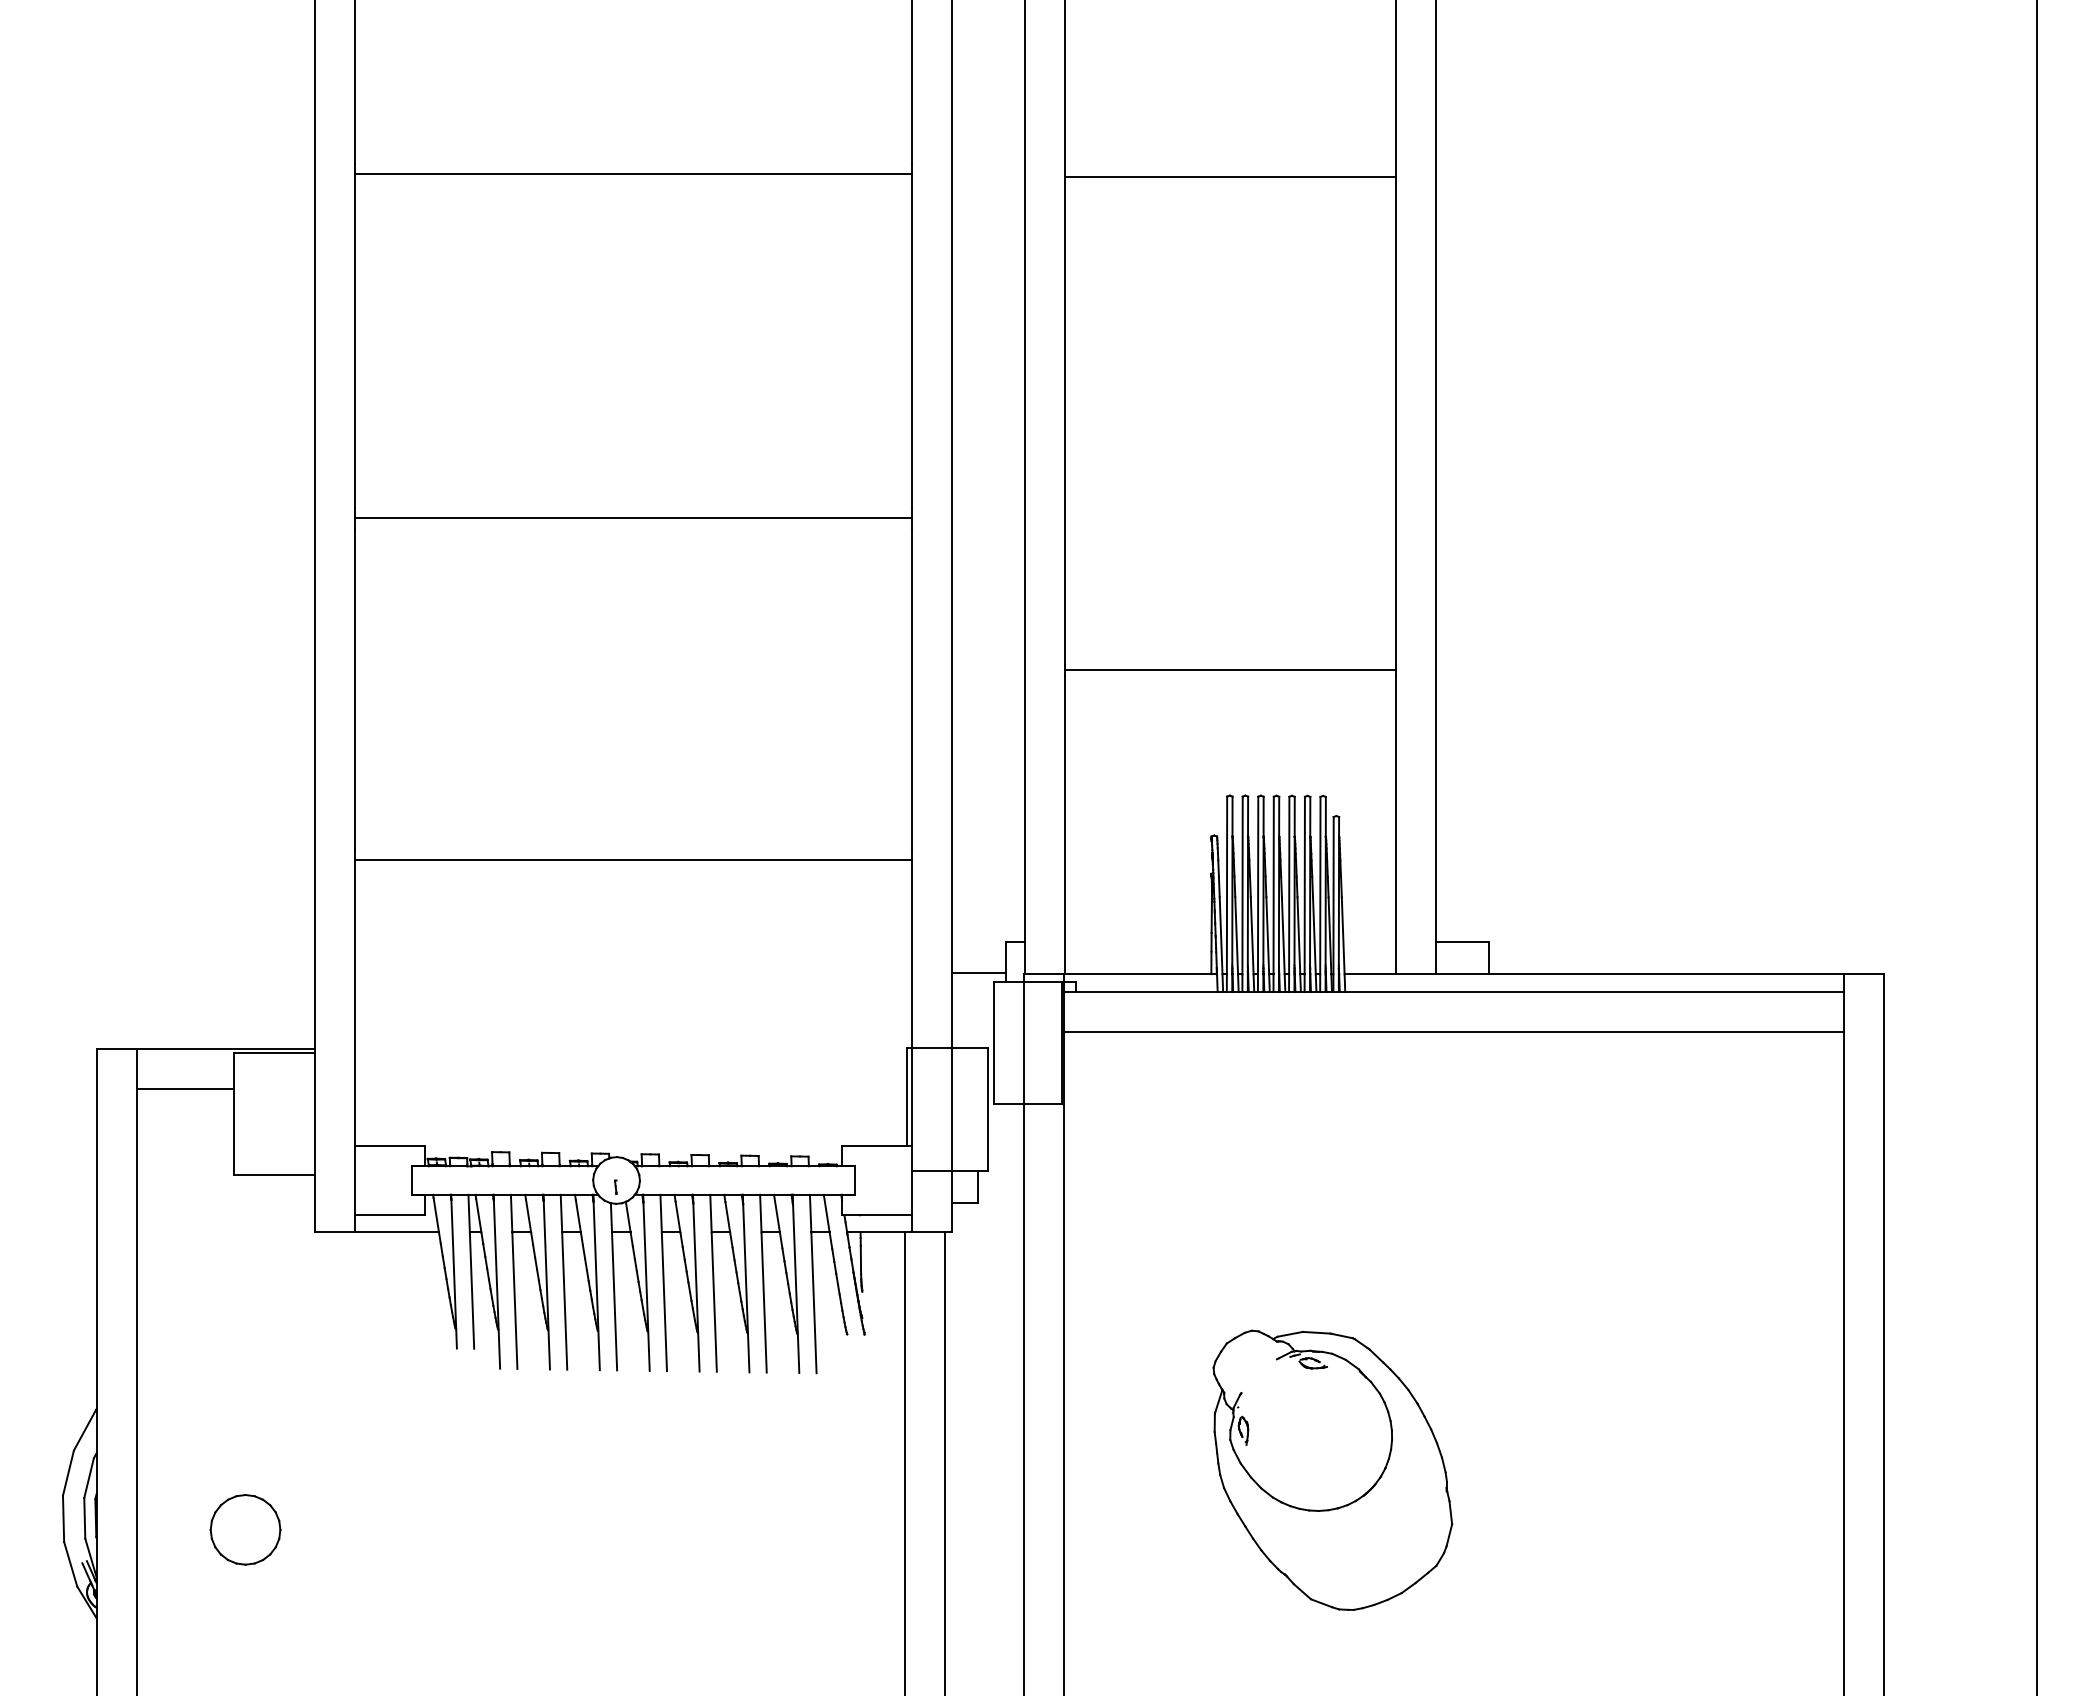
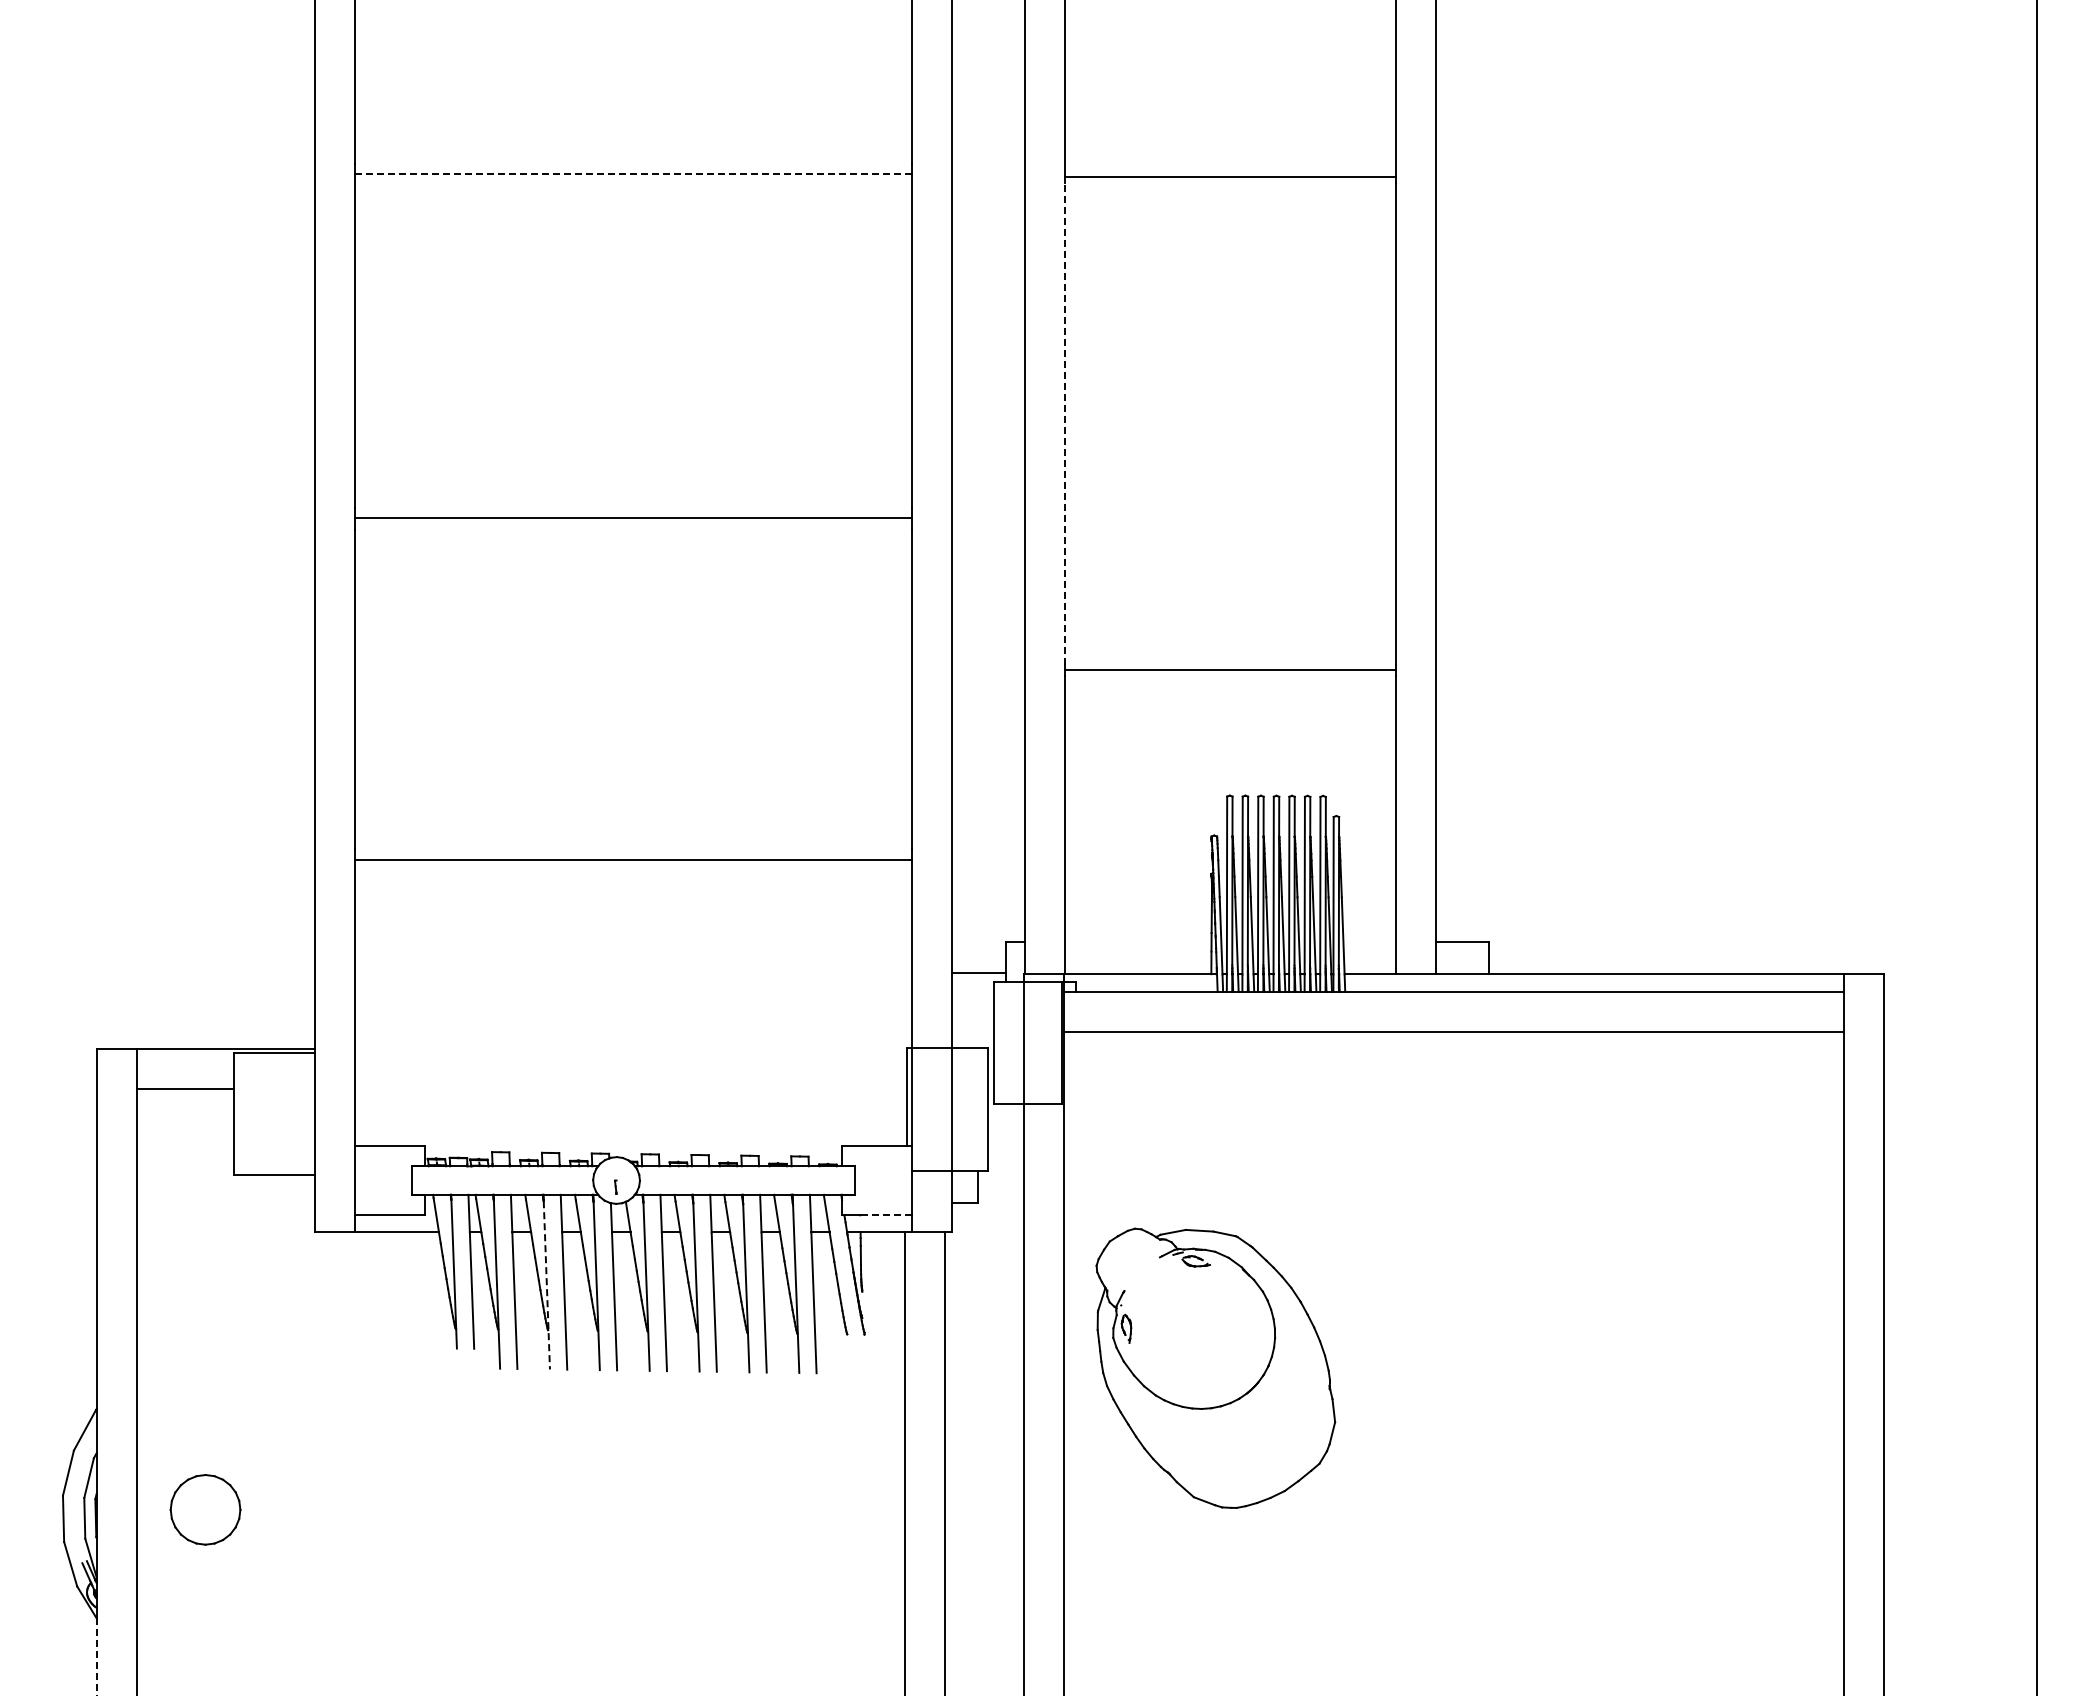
line at (634, 173): solid -> dashed
line at (1065, 423): solid -> dashed
line at (886, 1215): solid -> dashed
line at (546, 1285): solid -> dashed
part at (1332, 1469) position: (1332, 1469) -> (1215, 1367)
part at (245, 1529) position: (245, 1529) -> (205, 1509)
line at (96, 1657): solid -> dashed
